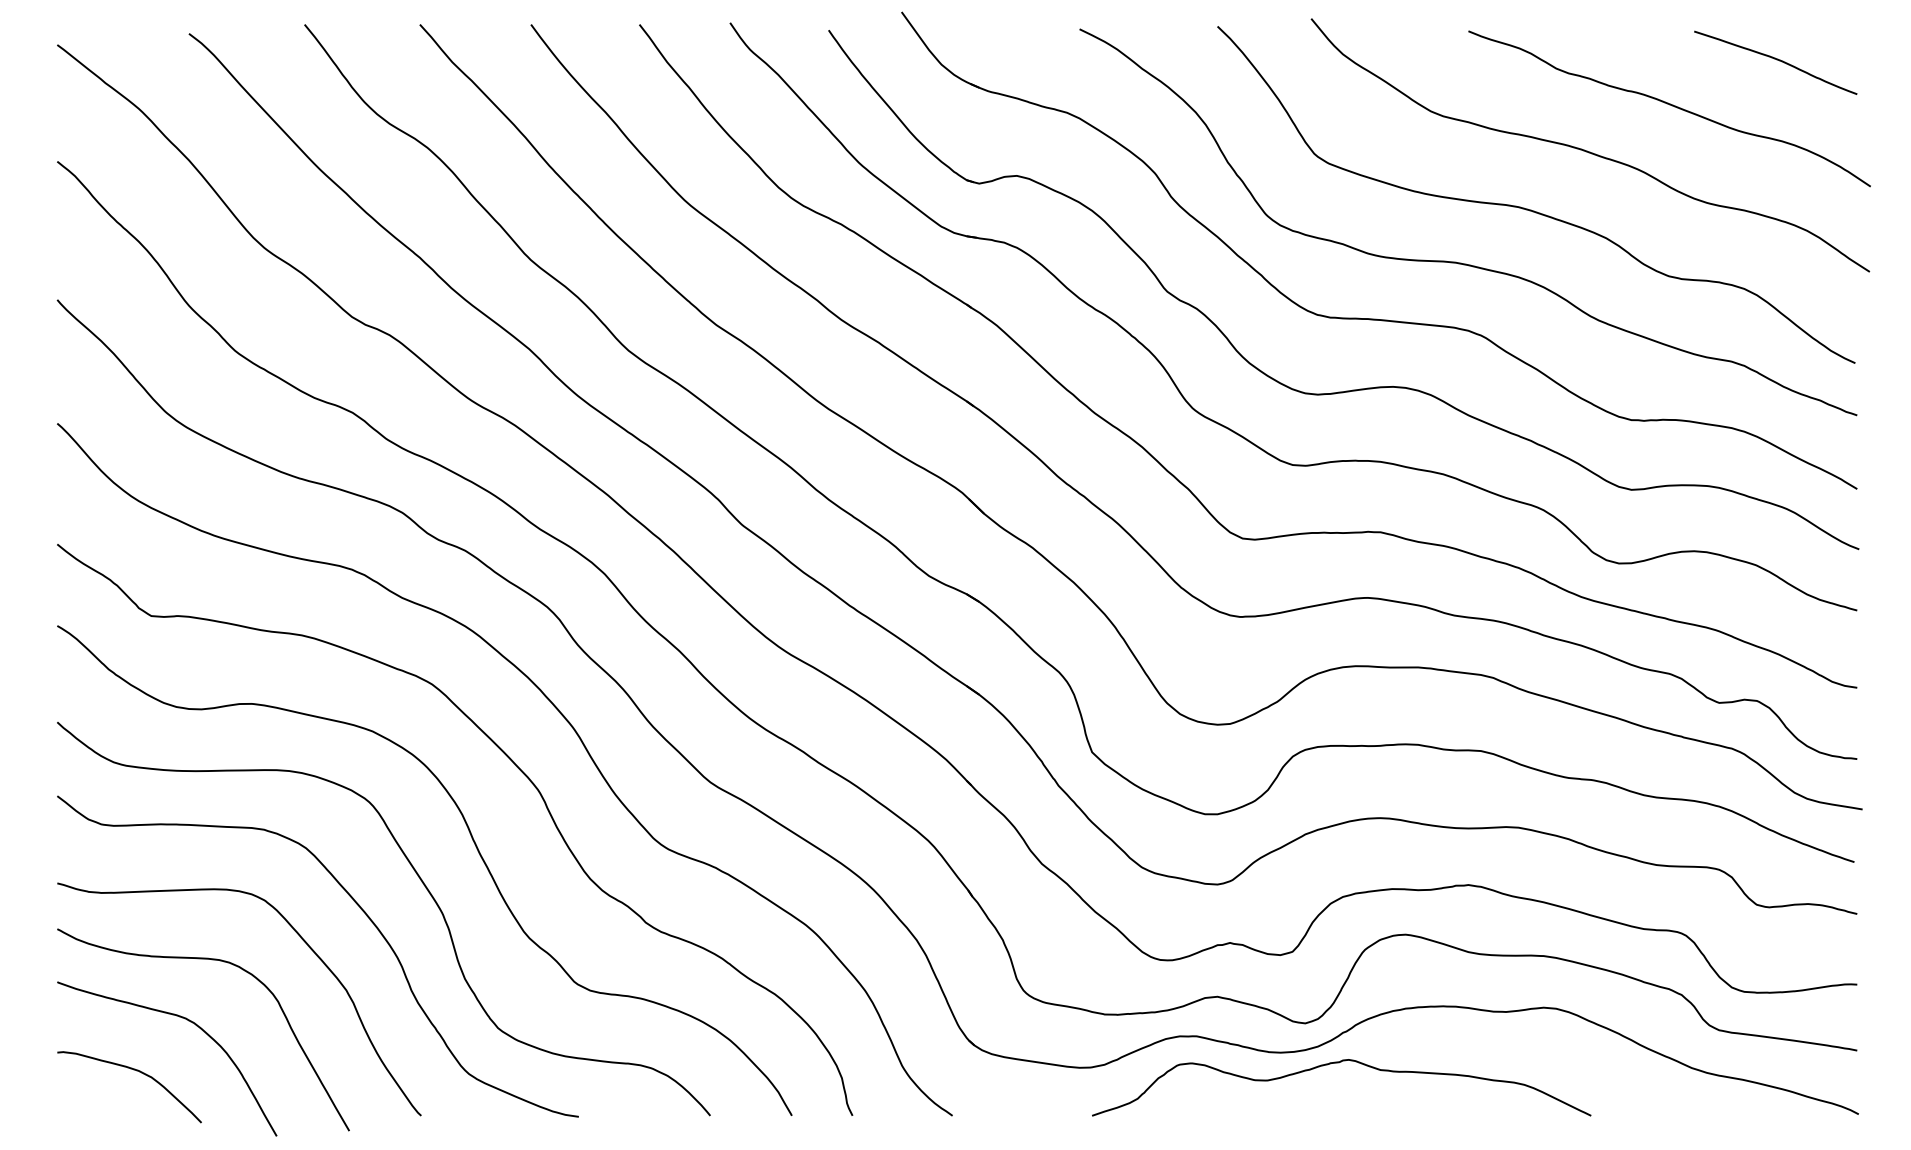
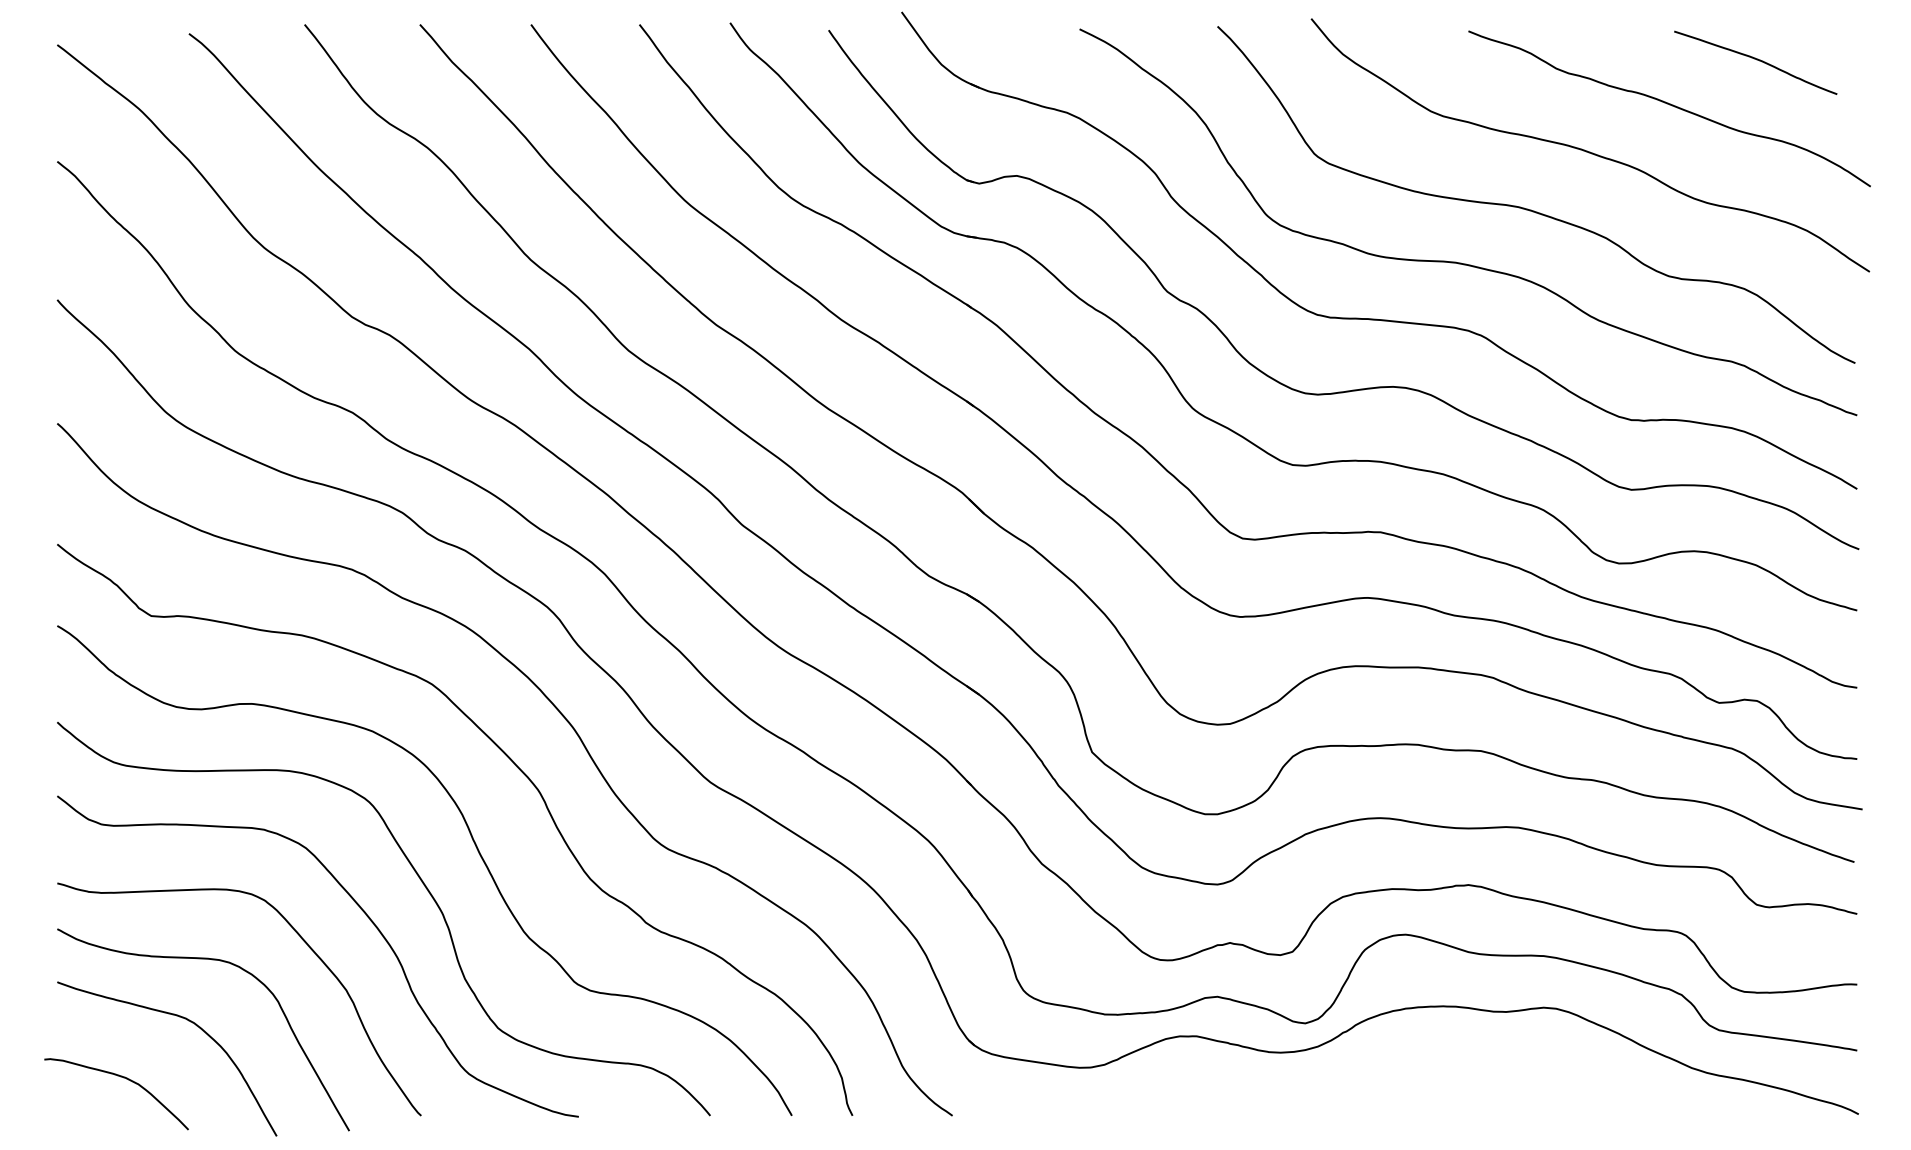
curve at (1776, 60) position: (1776, 60) -> (1756, 60)
curve at (1339, 1063): present -> none
curve at (133, 1070) position: (133, 1070) -> (120, 1077)
